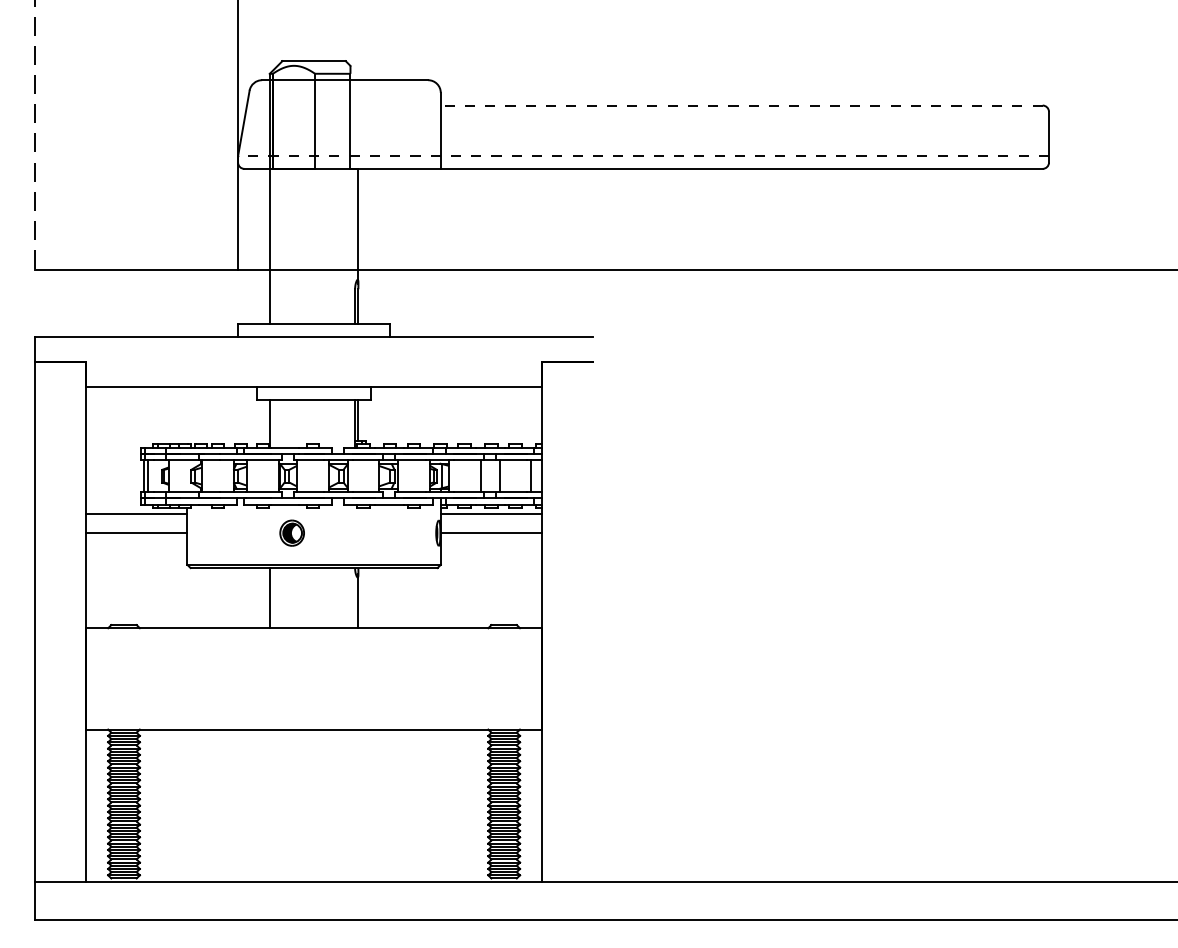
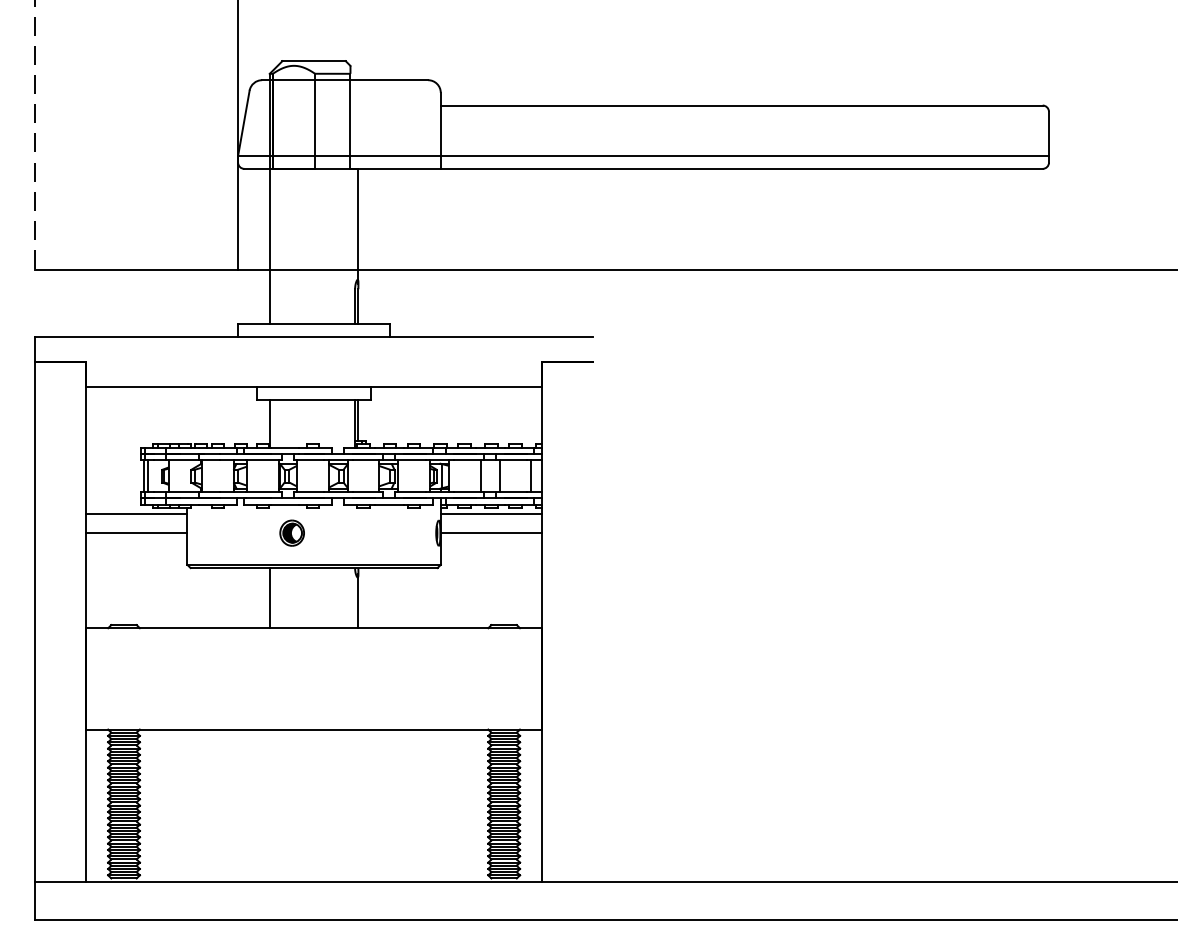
line at (741, 105): dashed -> solid
line at (643, 156): dashed -> solid
